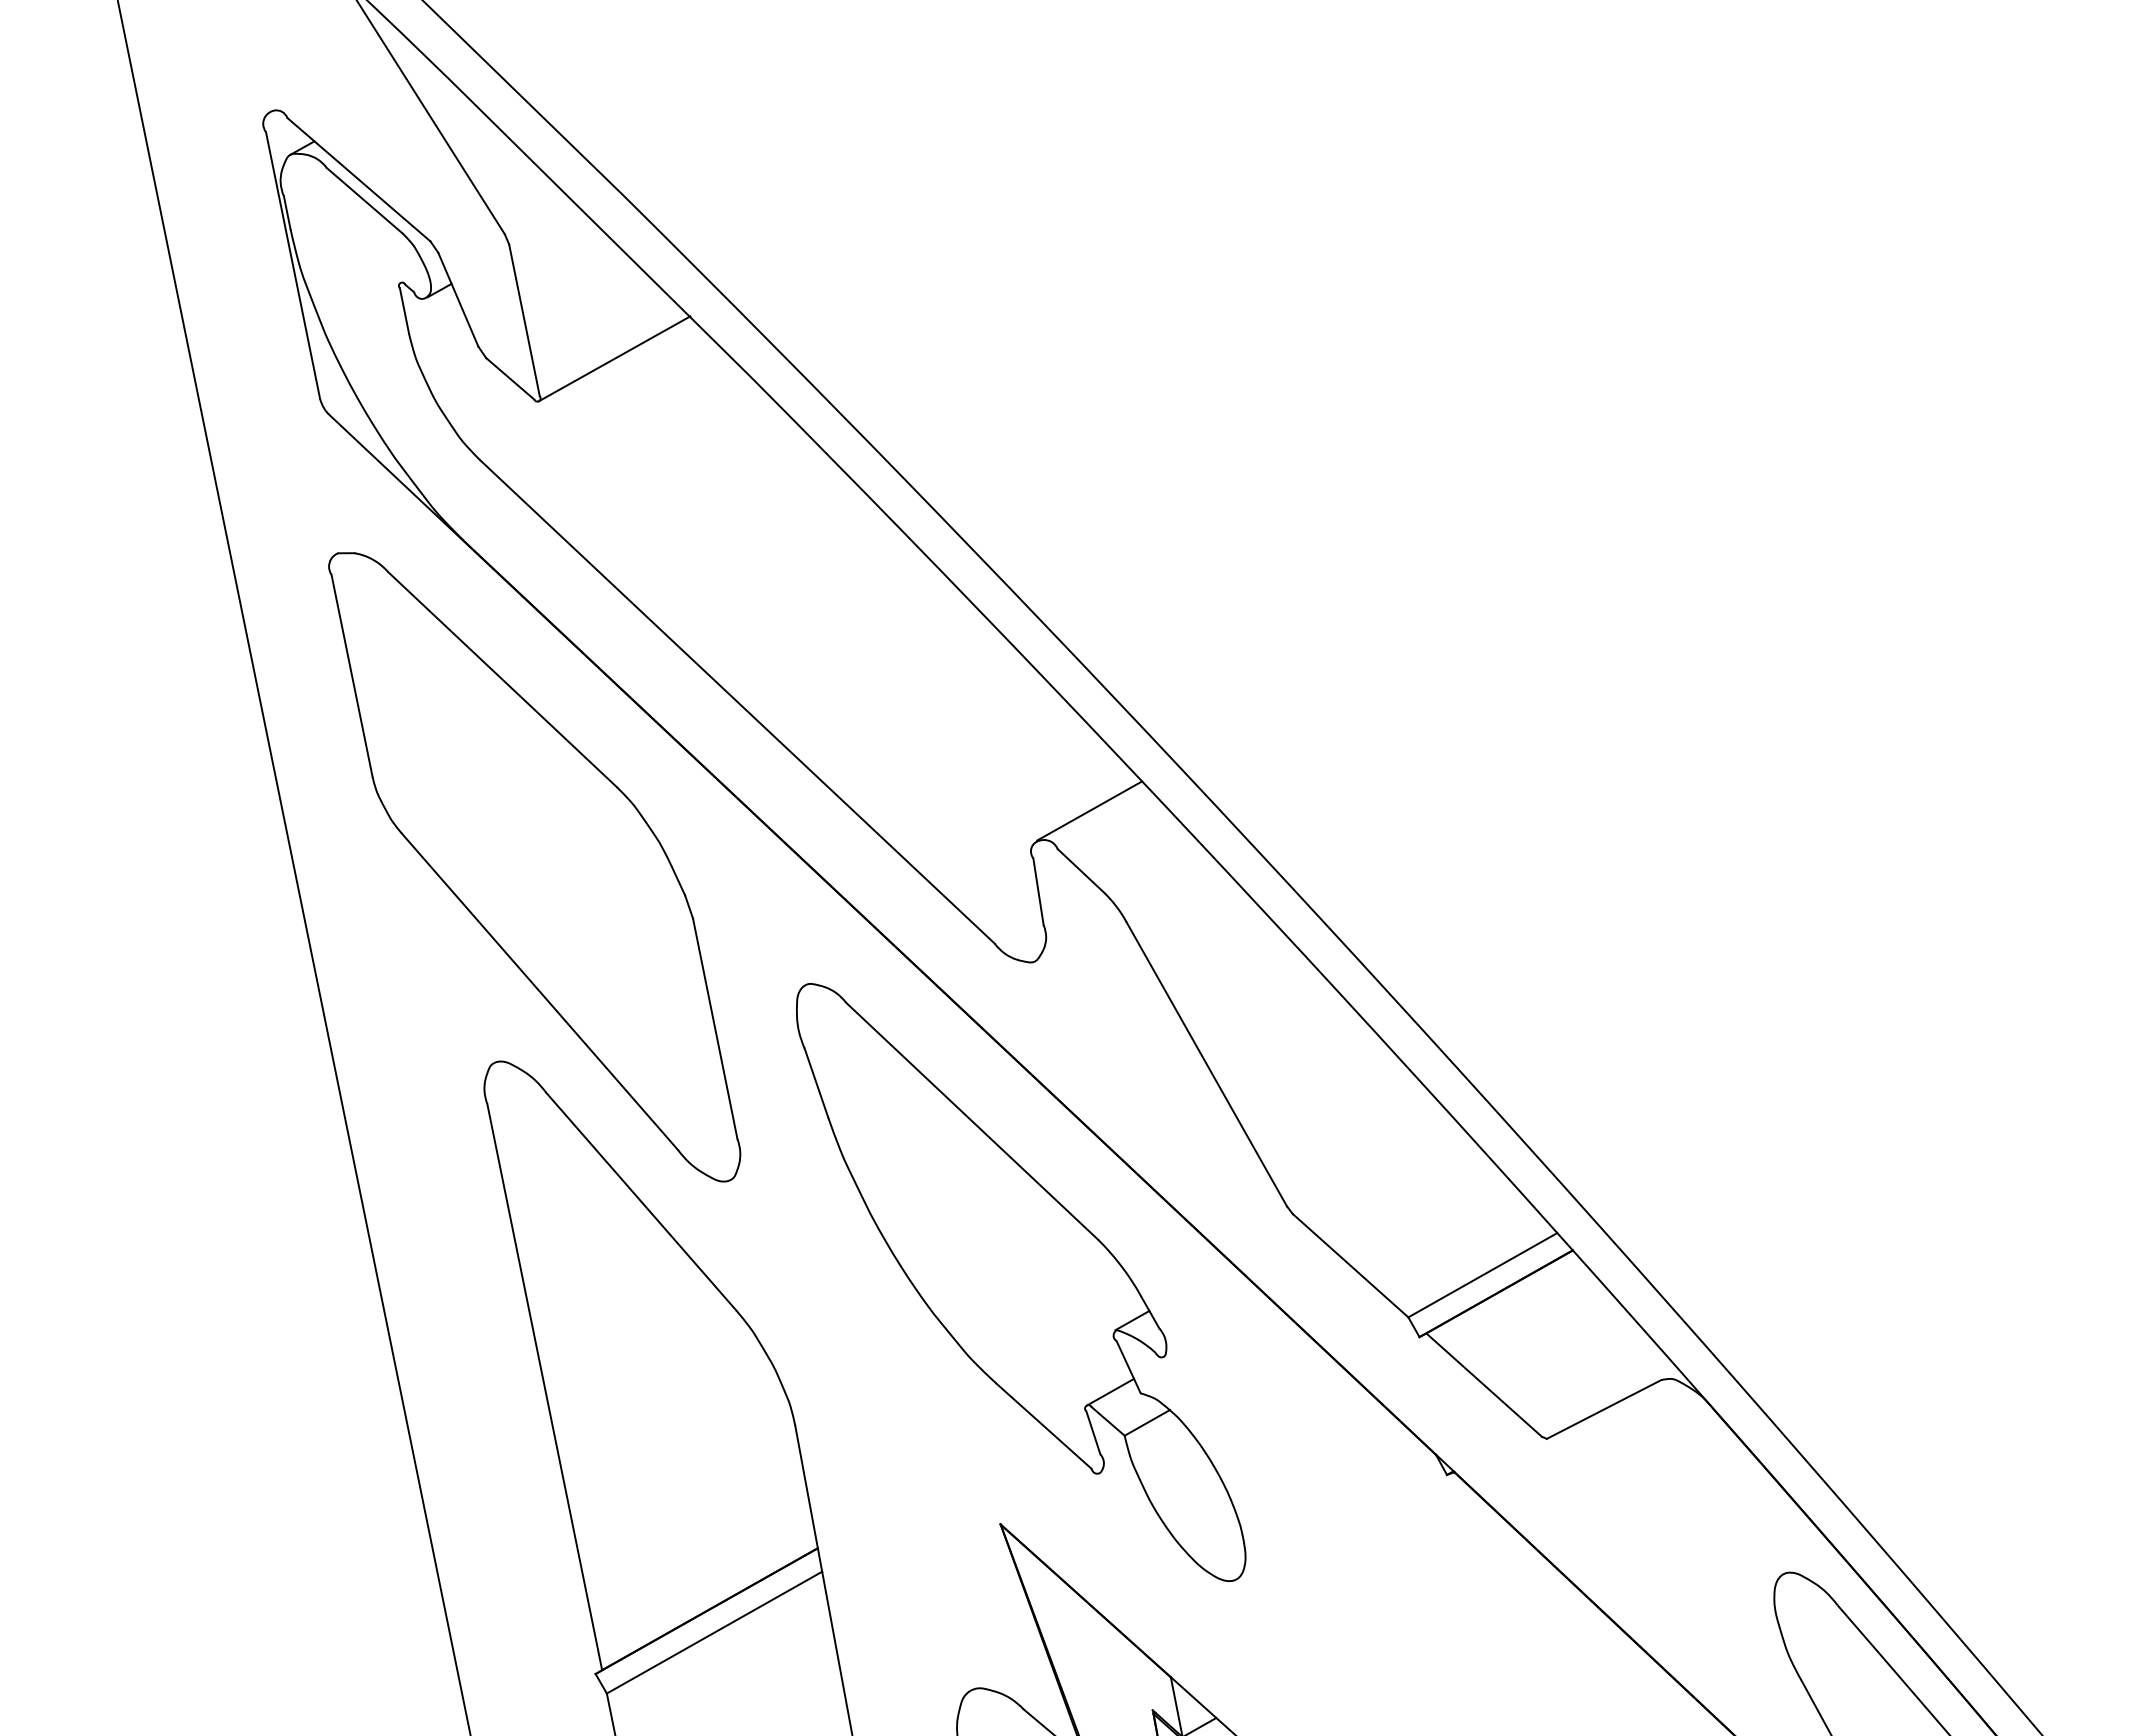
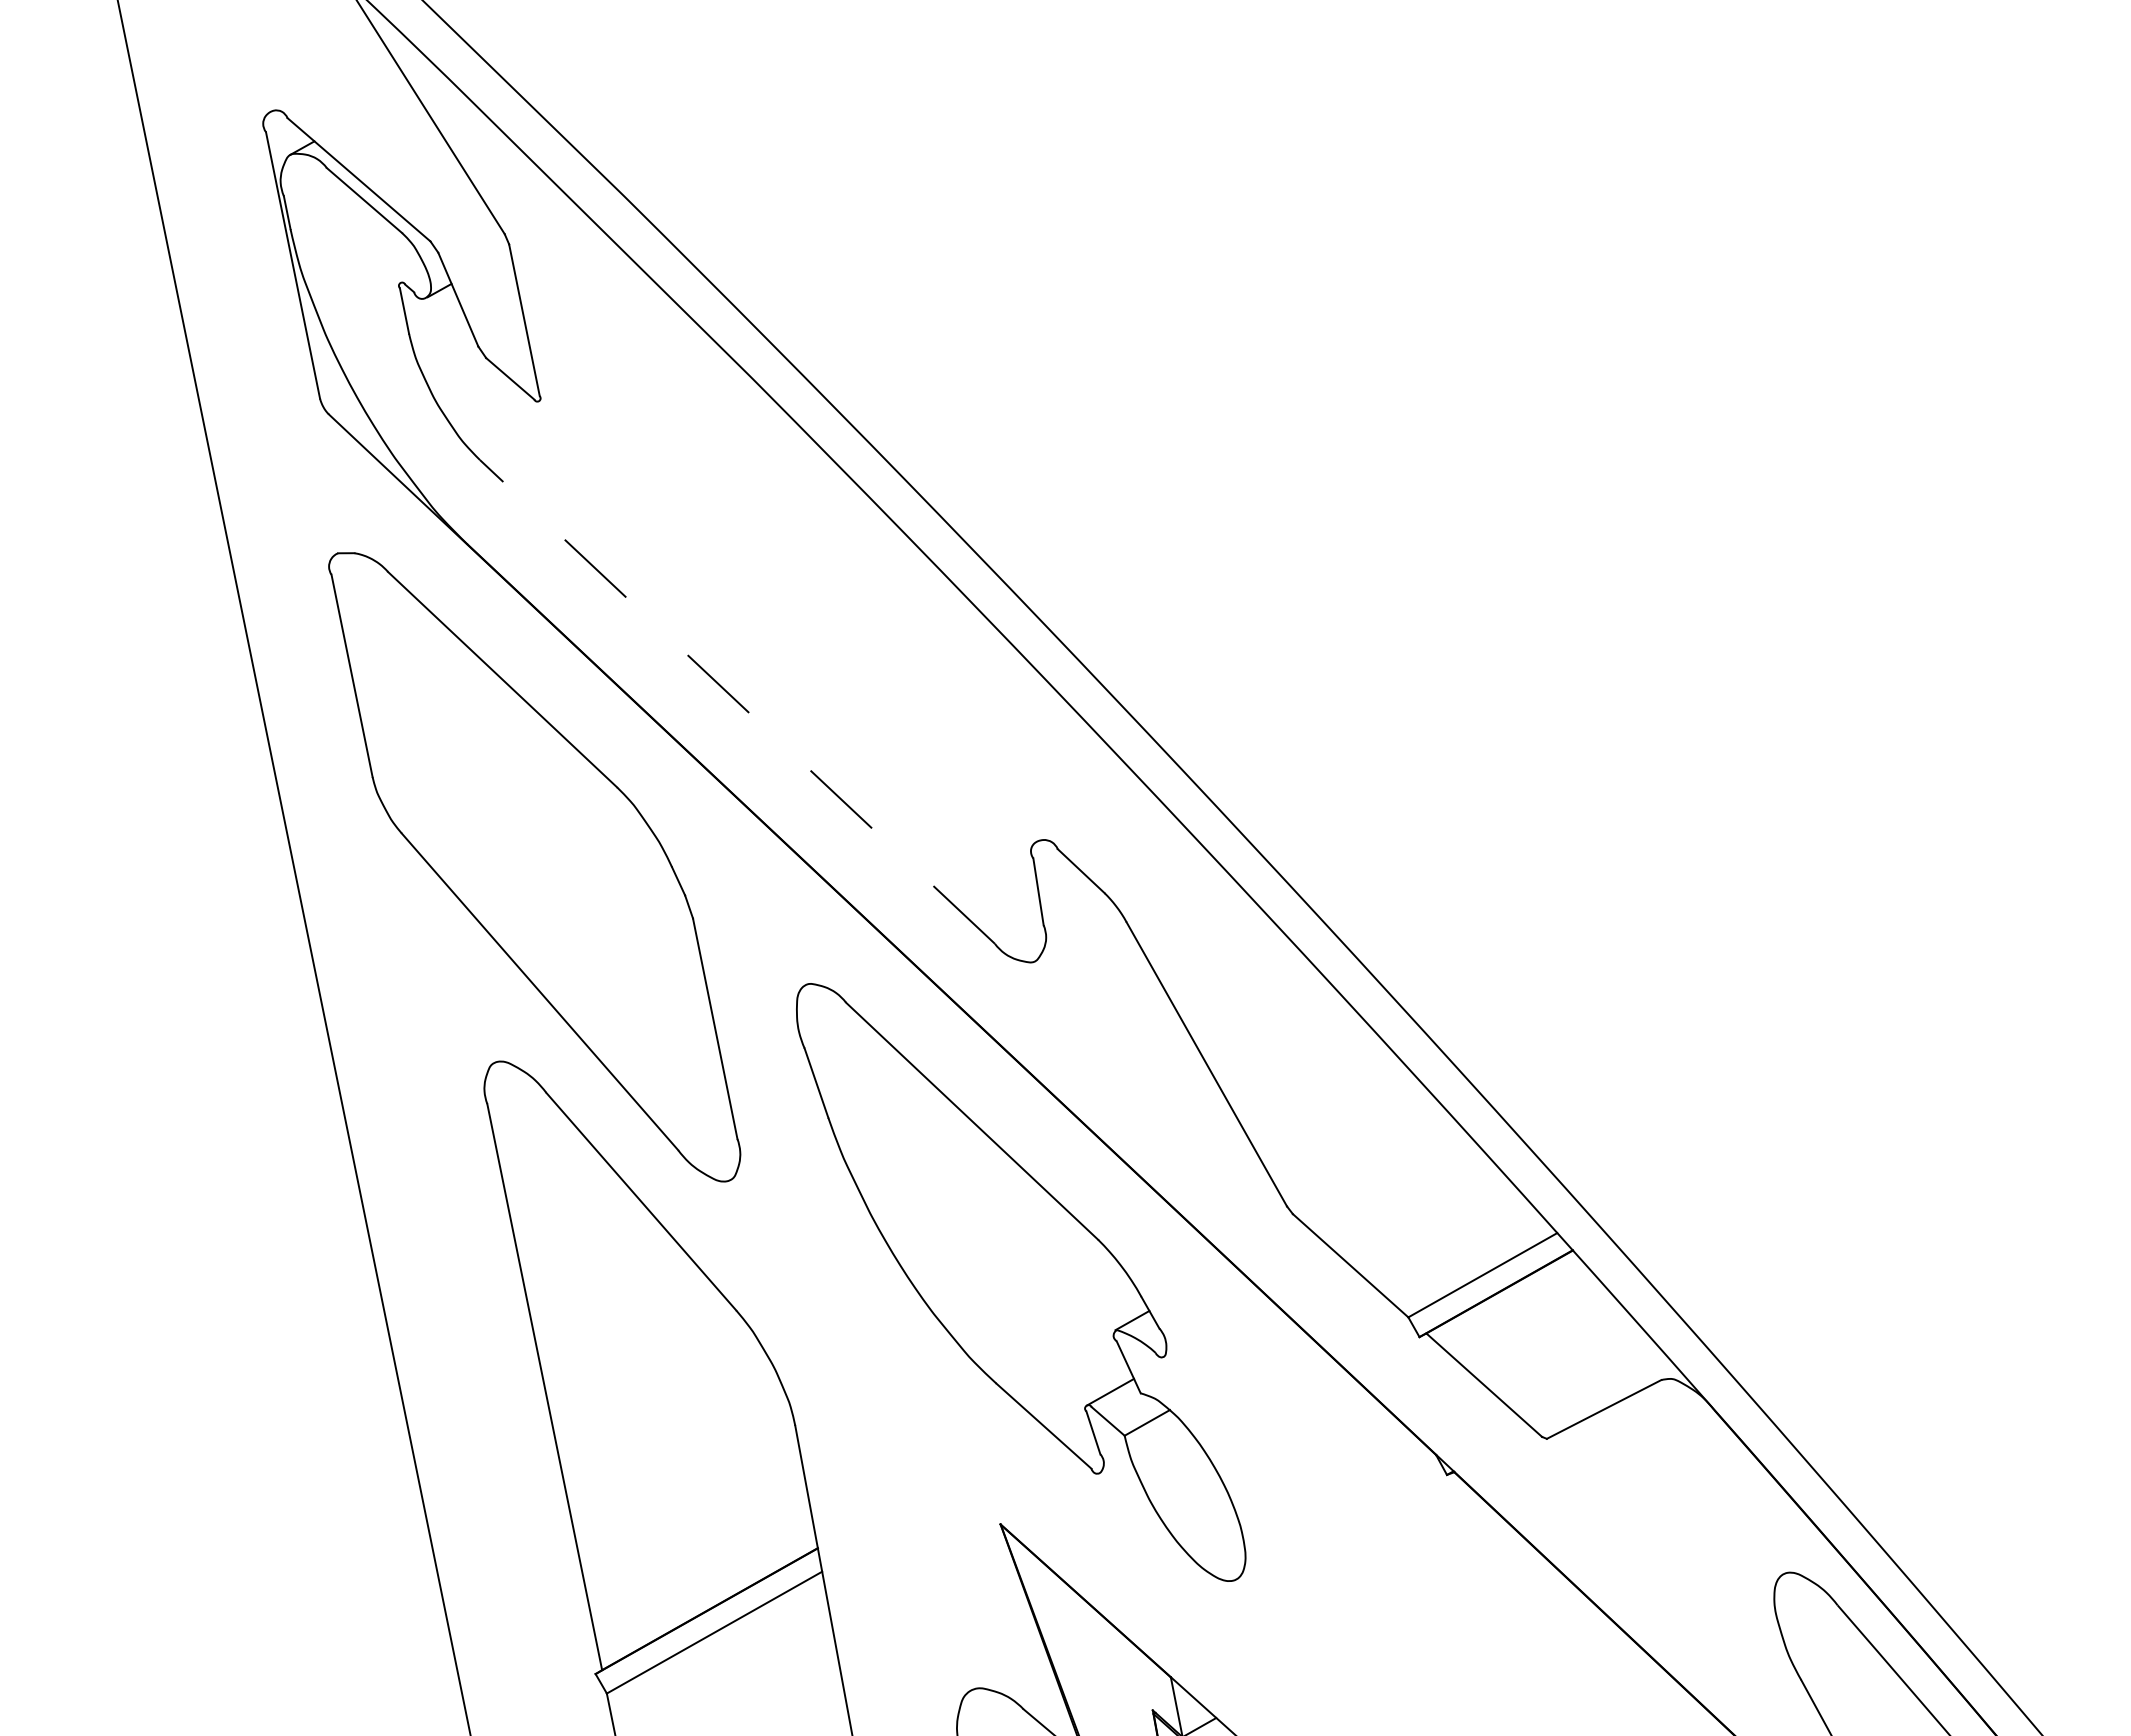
line at (614, 358): present -> none
line at (737, 701): solid -> dashed
line at (1089, 810): present -> none
